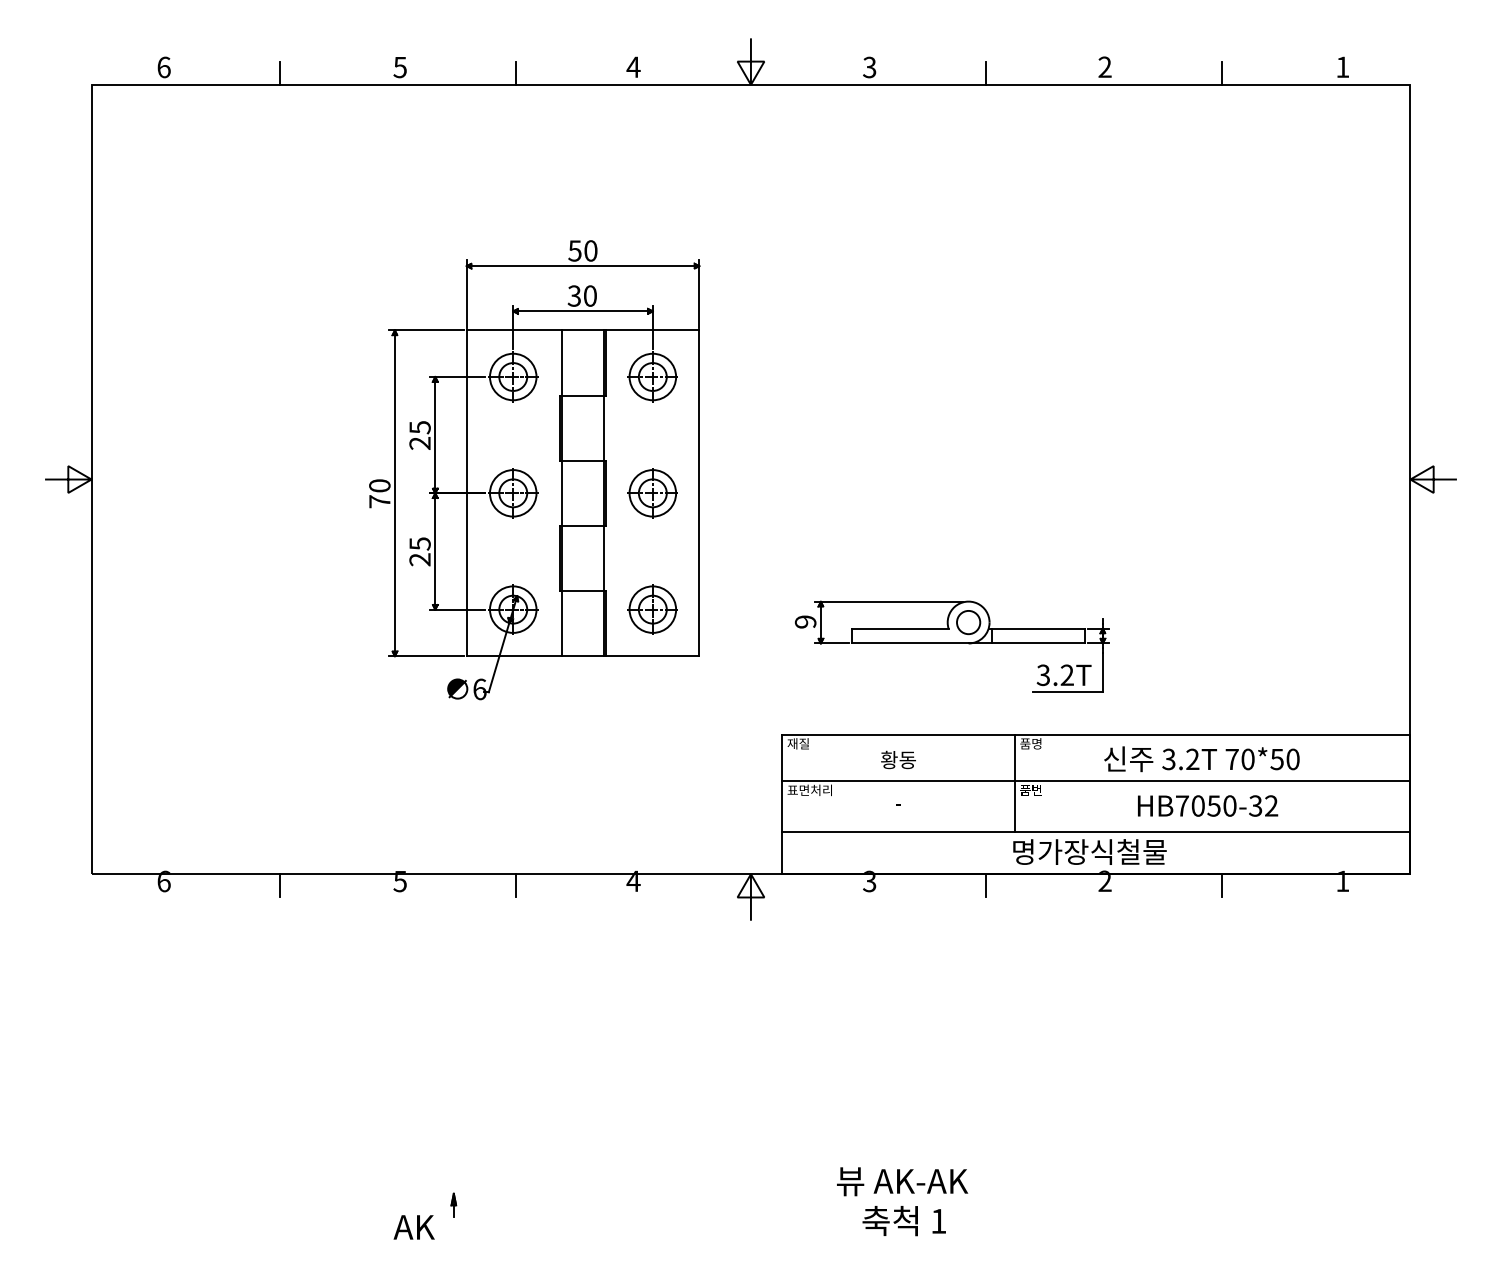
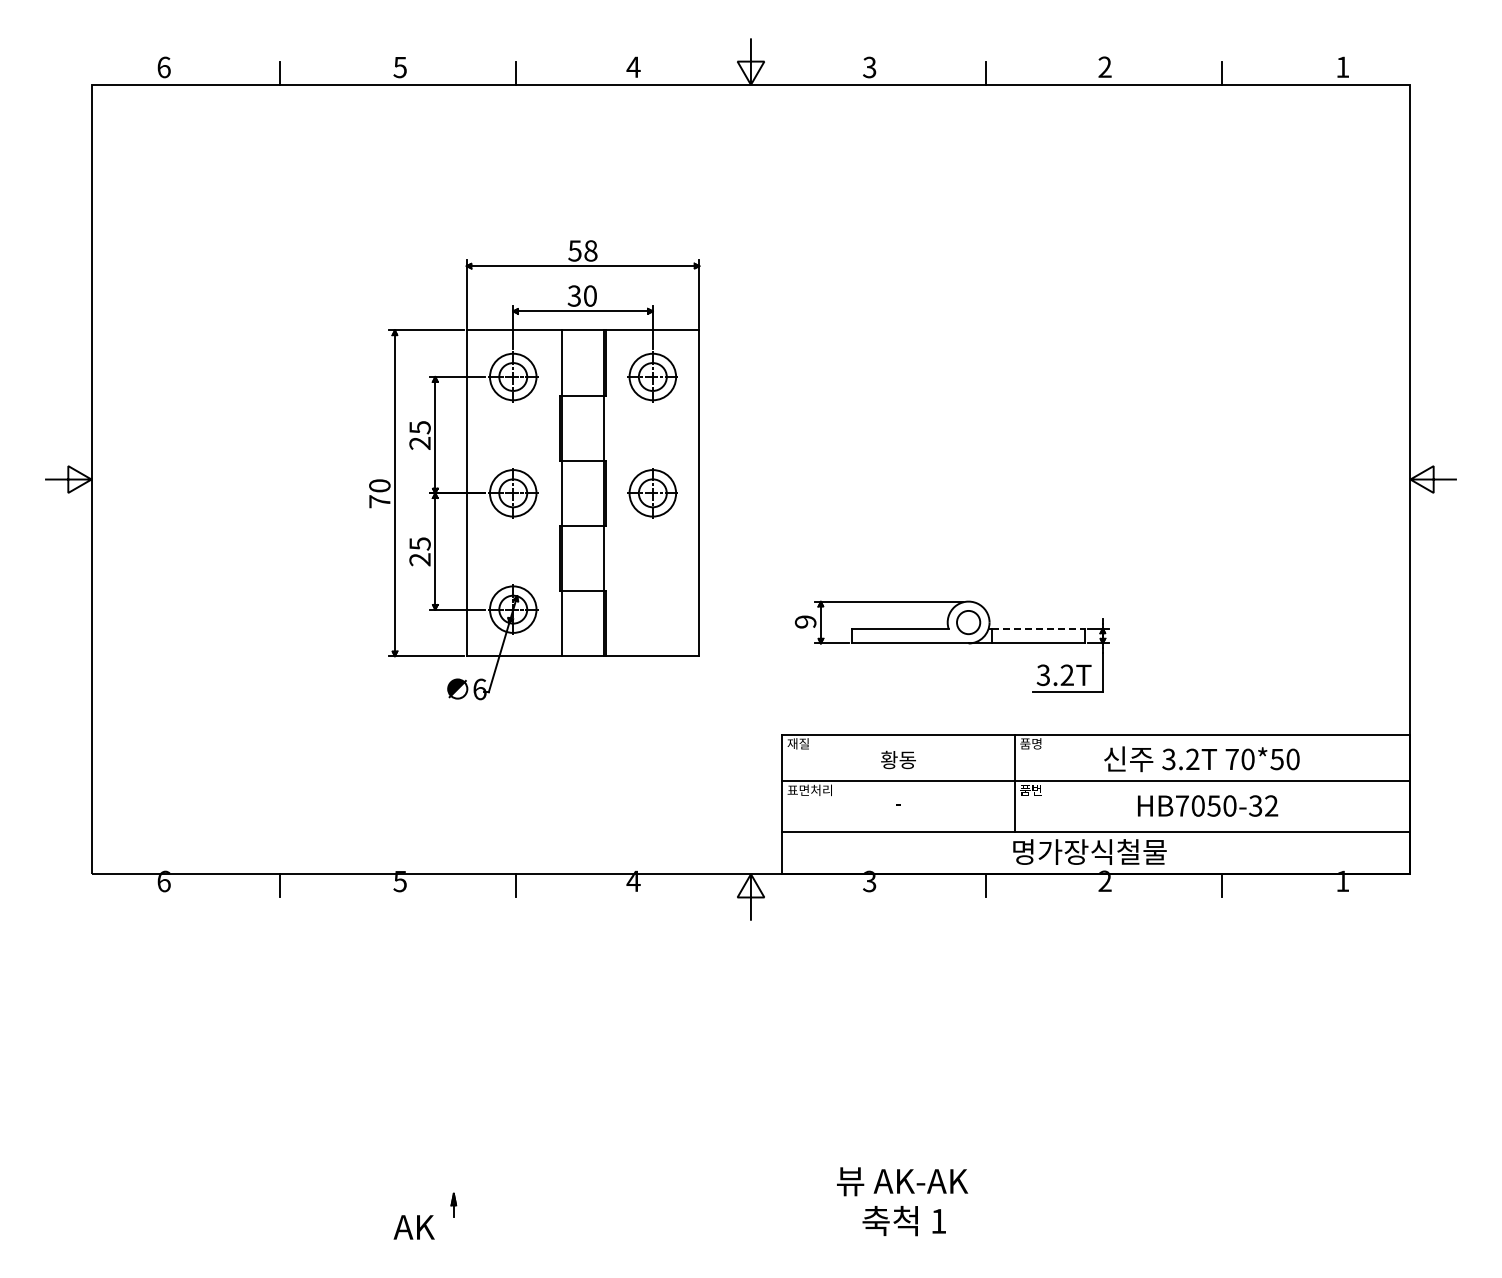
text at (590, 250): 50 -> 58
part at (652, 609): present -> none
line at (1038, 628): solid -> dashed
